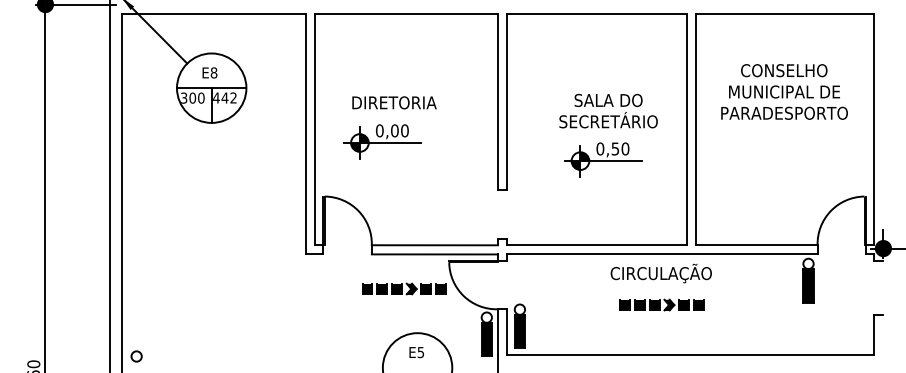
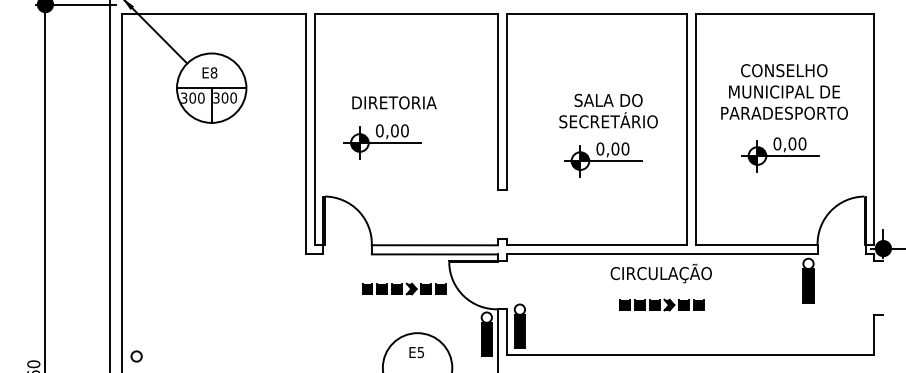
text at (224, 97): 442 -> 300
text at (615, 148): 0,50 -> 0,00
part at (780, 154): none -> present
